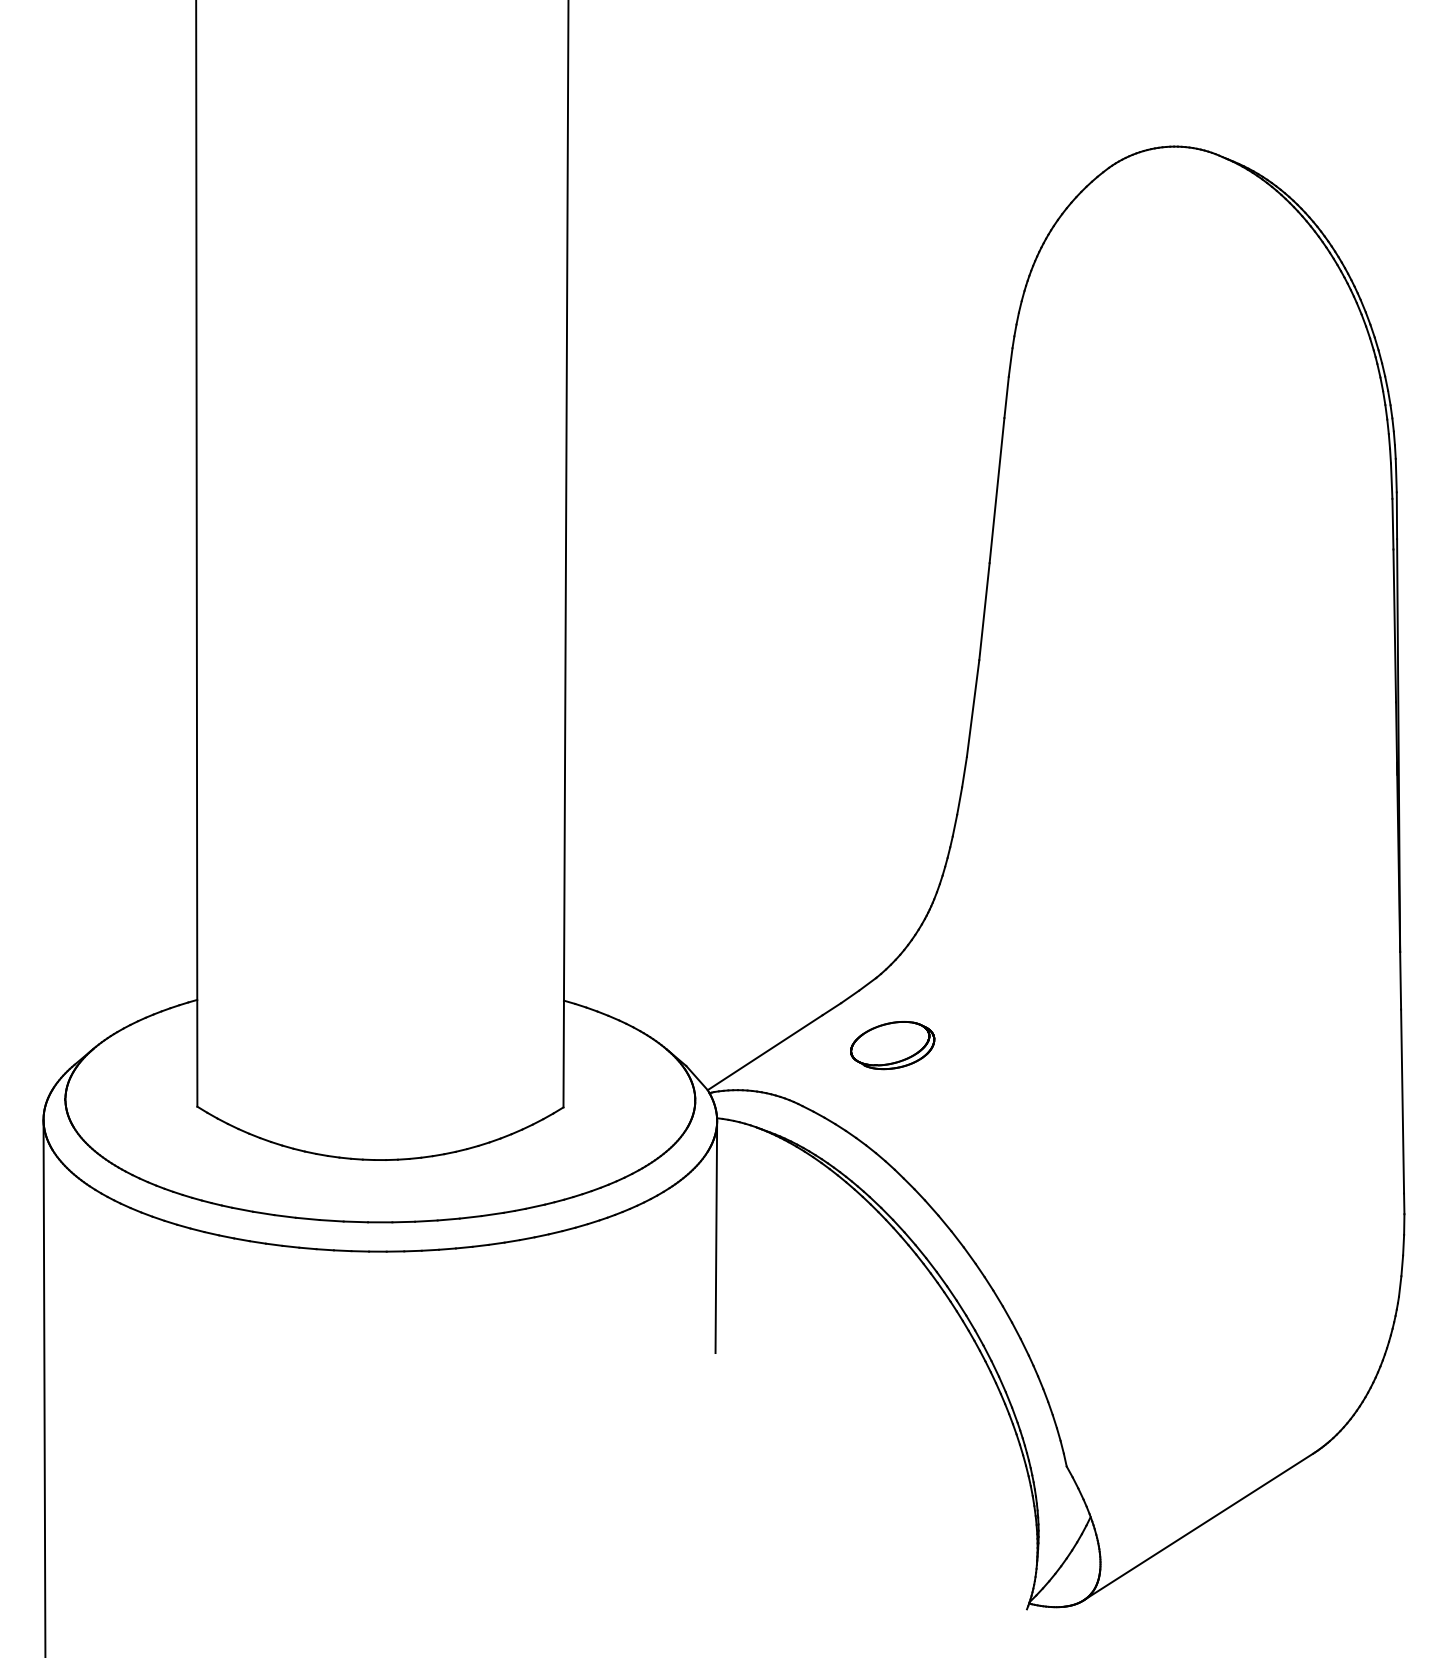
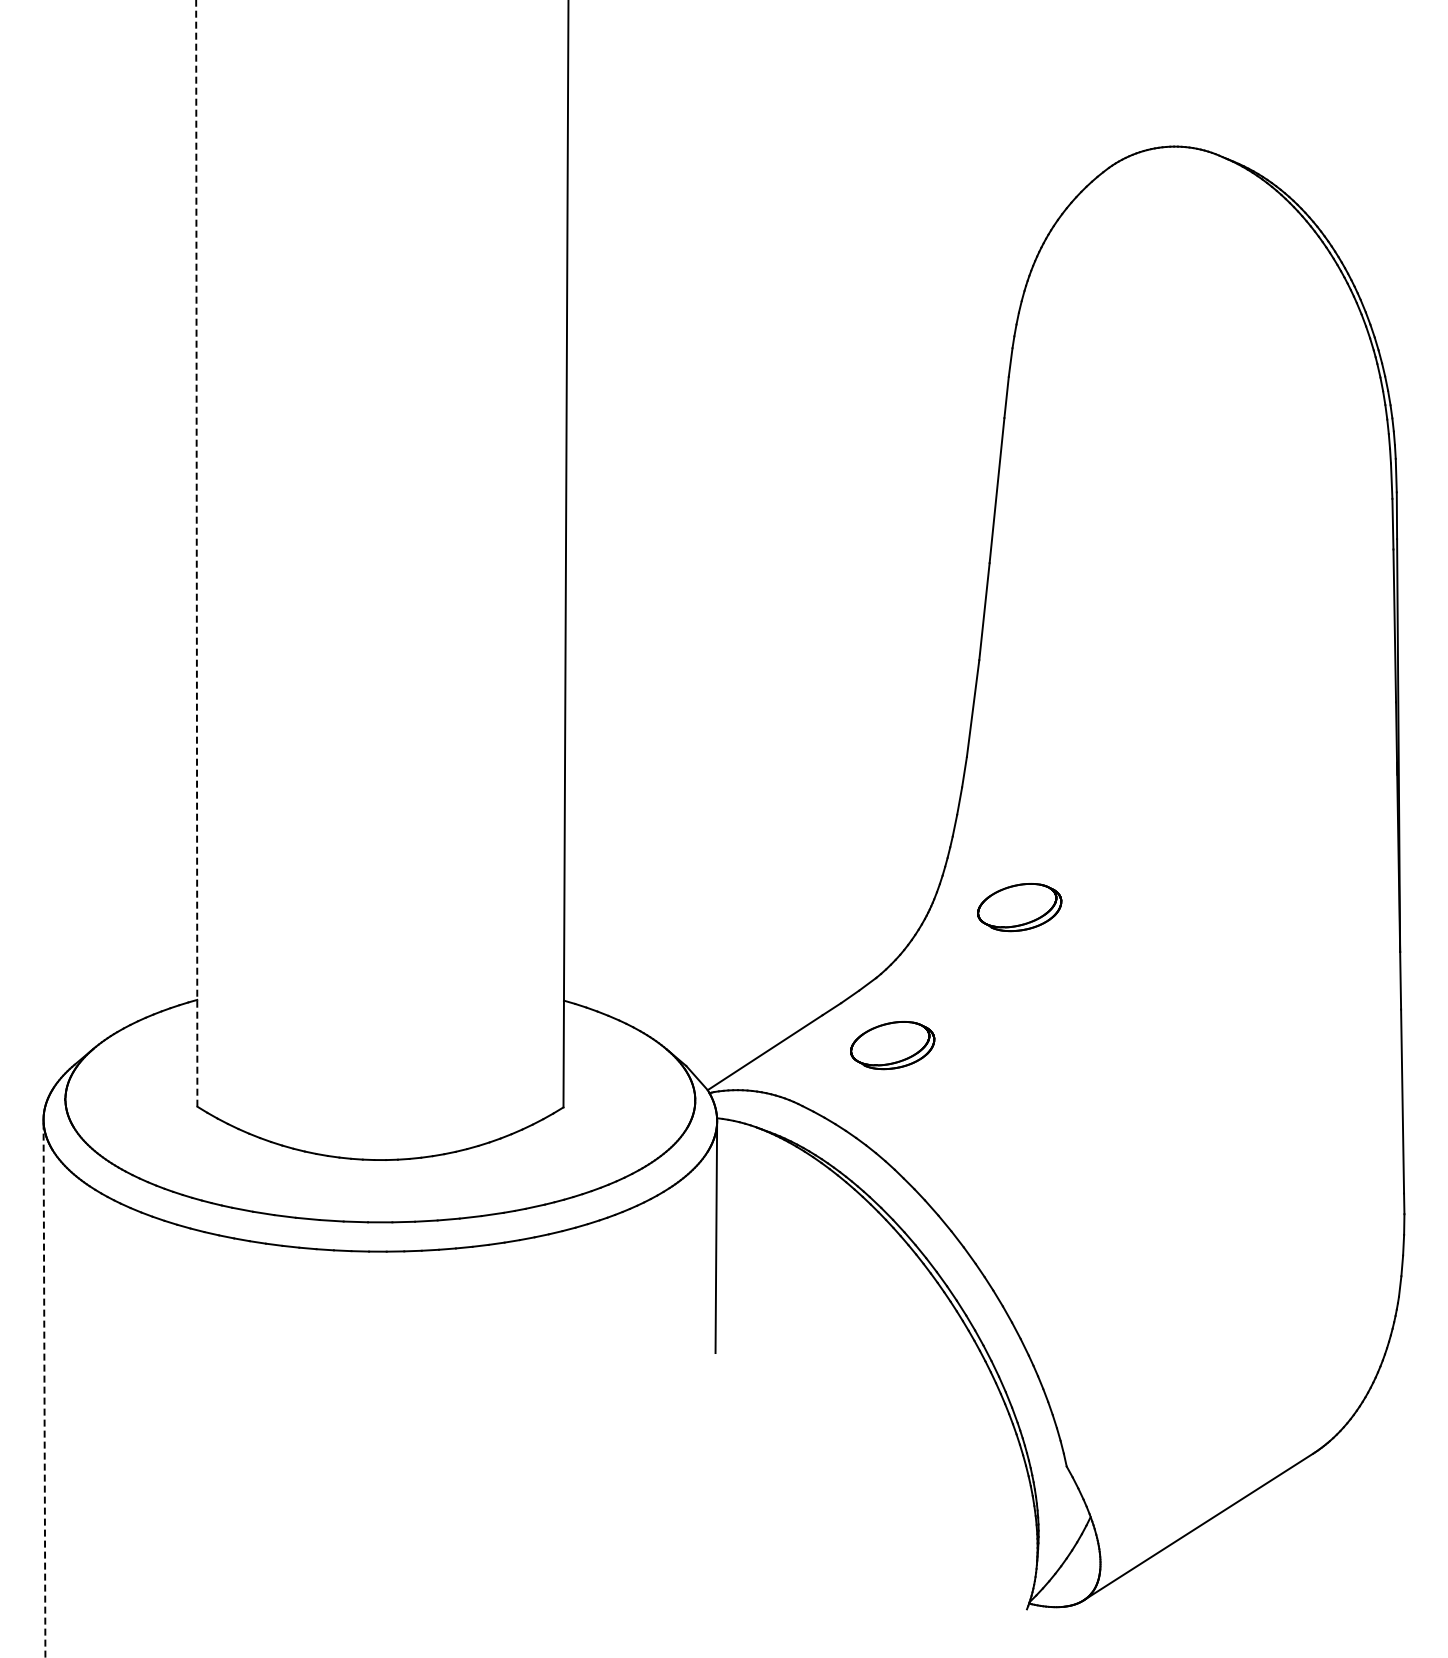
line at (196, 552): solid -> dashed
part at (1019, 907): none -> present
line at (44, 1388): solid -> dashed
